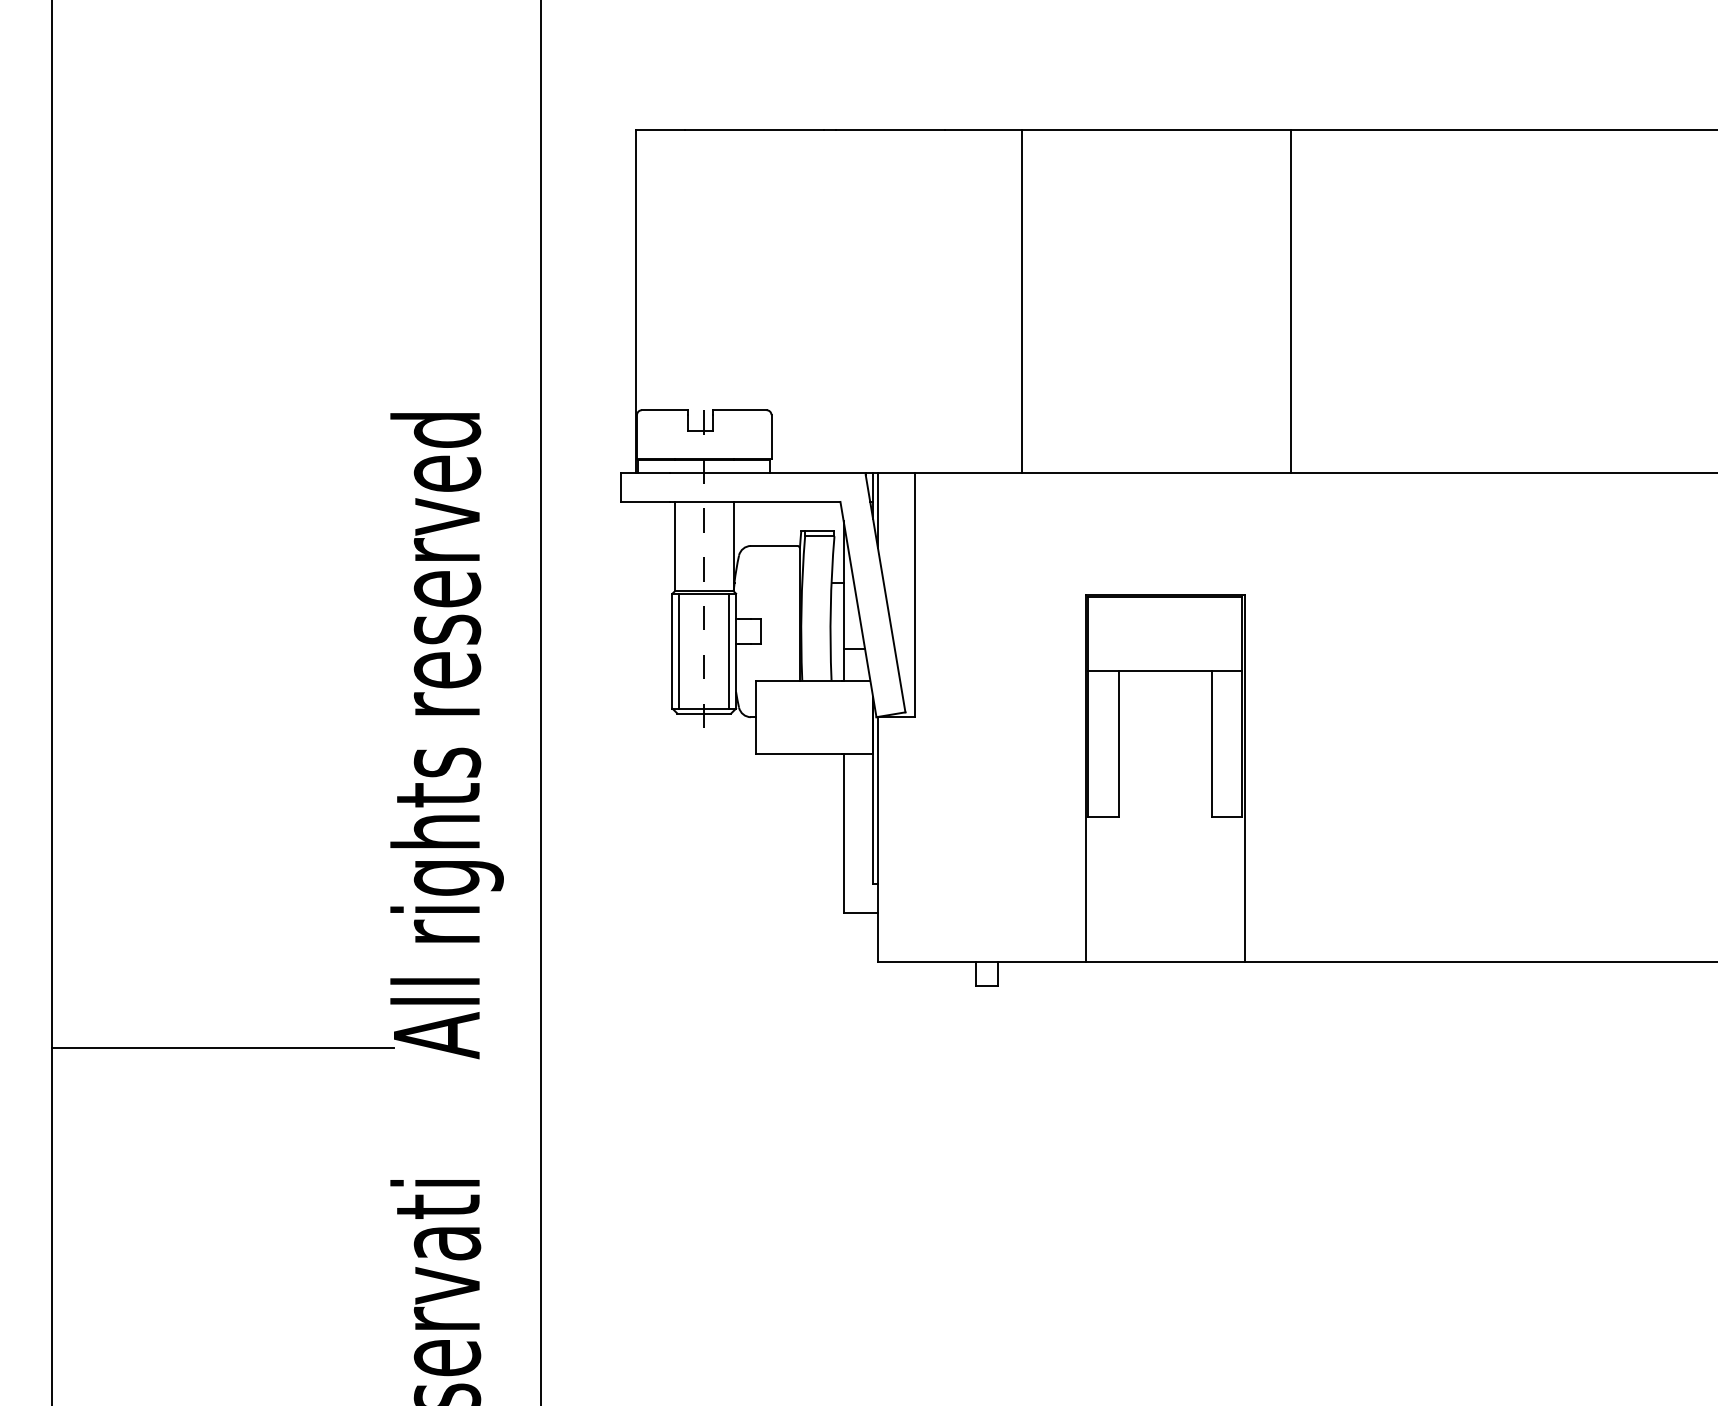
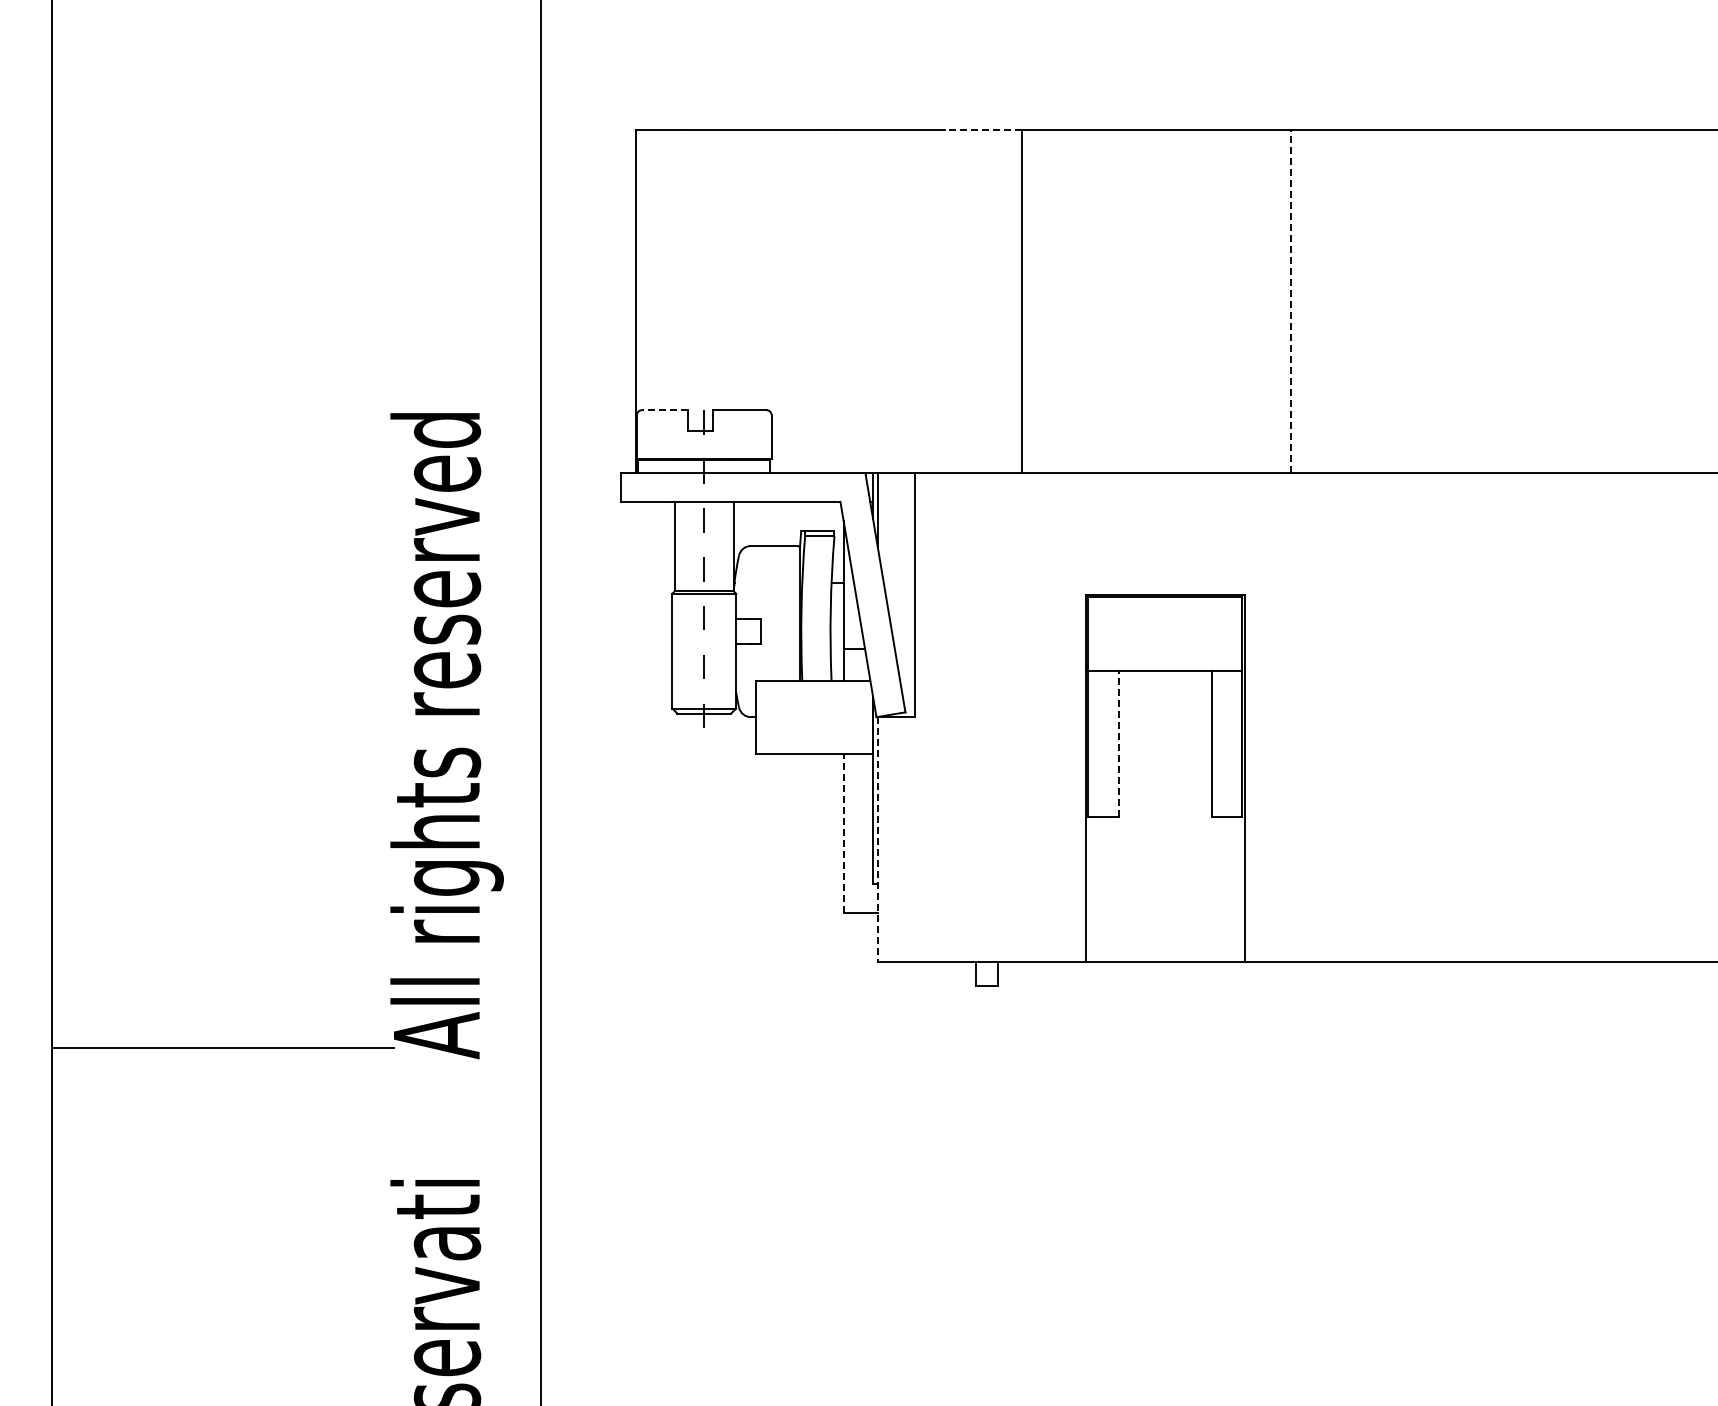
line at (983, 130): solid -> dashed
line at (1291, 300): solid -> dashed
line at (664, 410): solid -> dashed
line at (679, 650): present -> none
line at (729, 650): present -> none
line at (1118, 743): solid -> dashed
line at (843, 832): solid -> dashed
line at (877, 840): solid -> dashed
